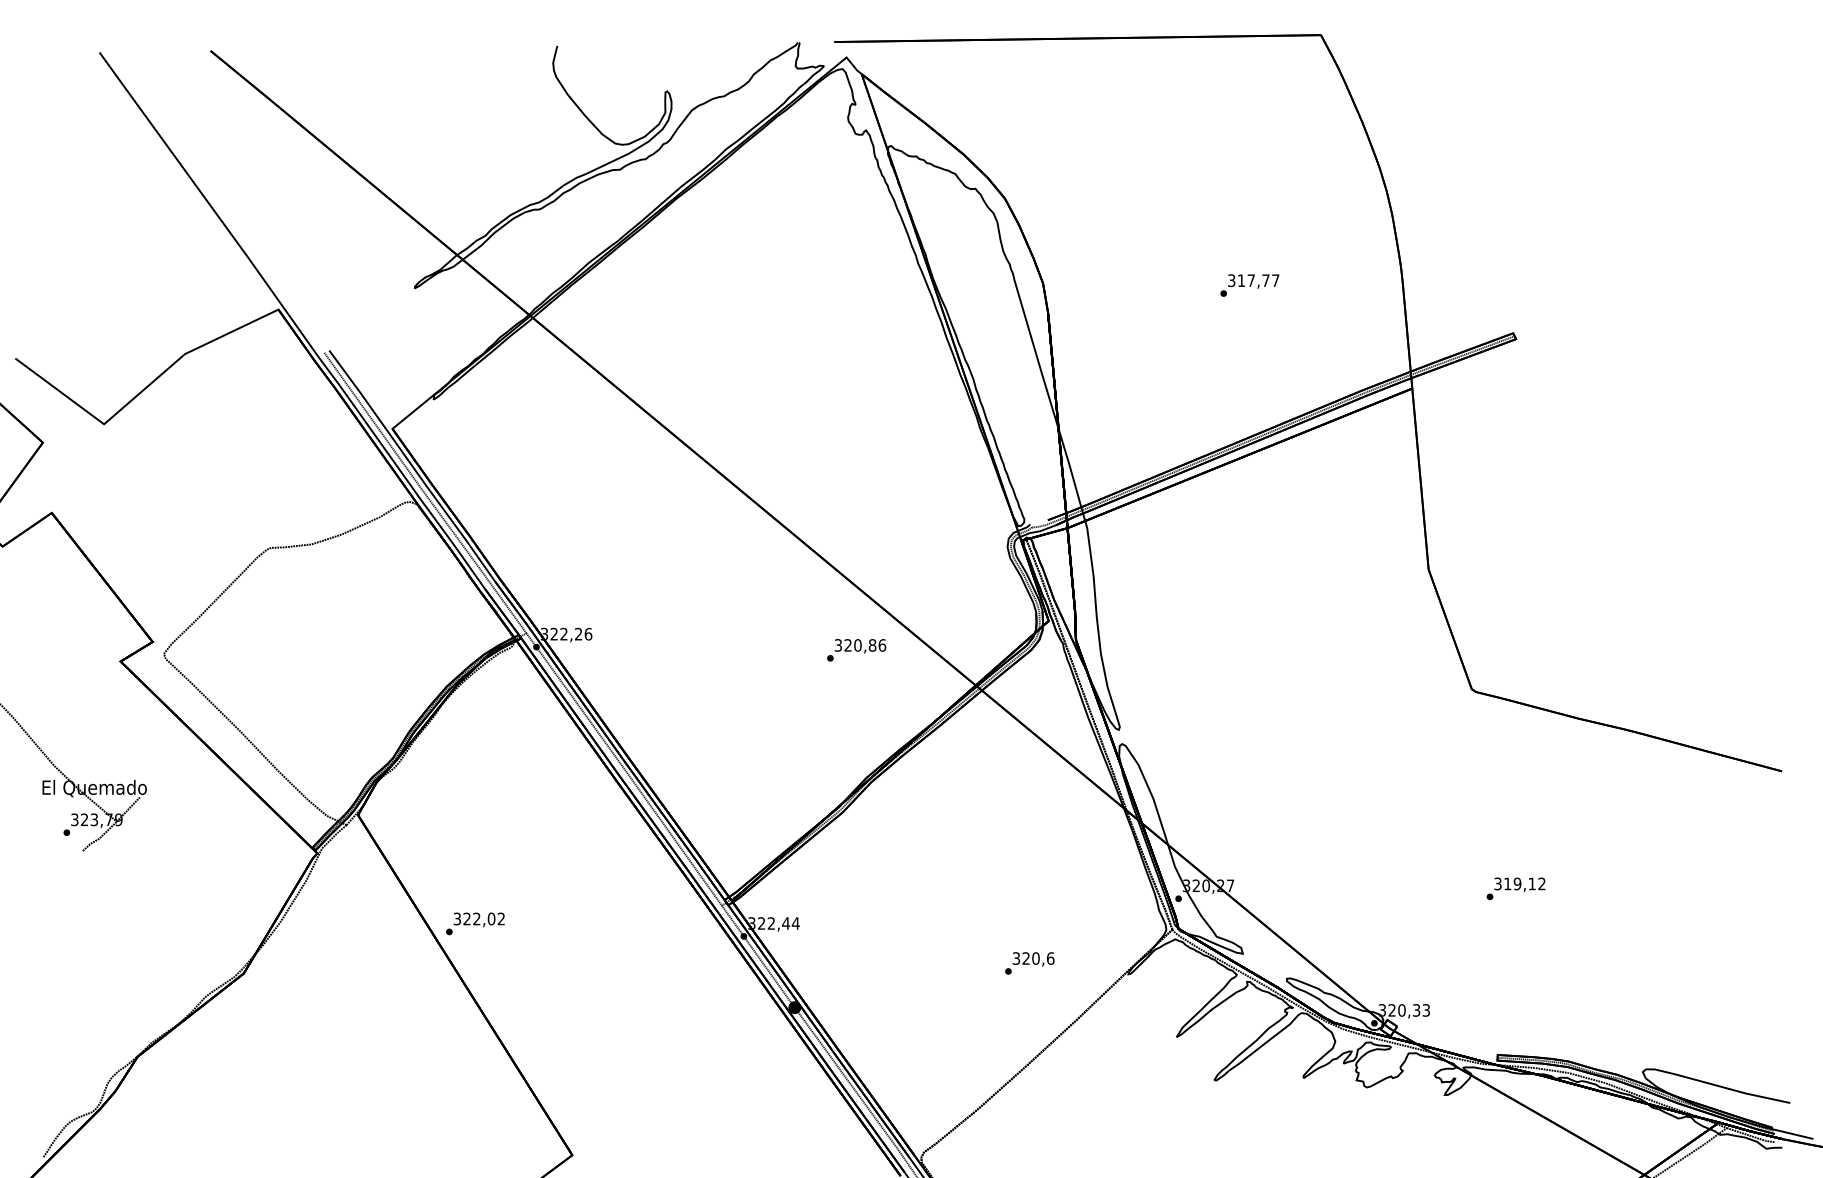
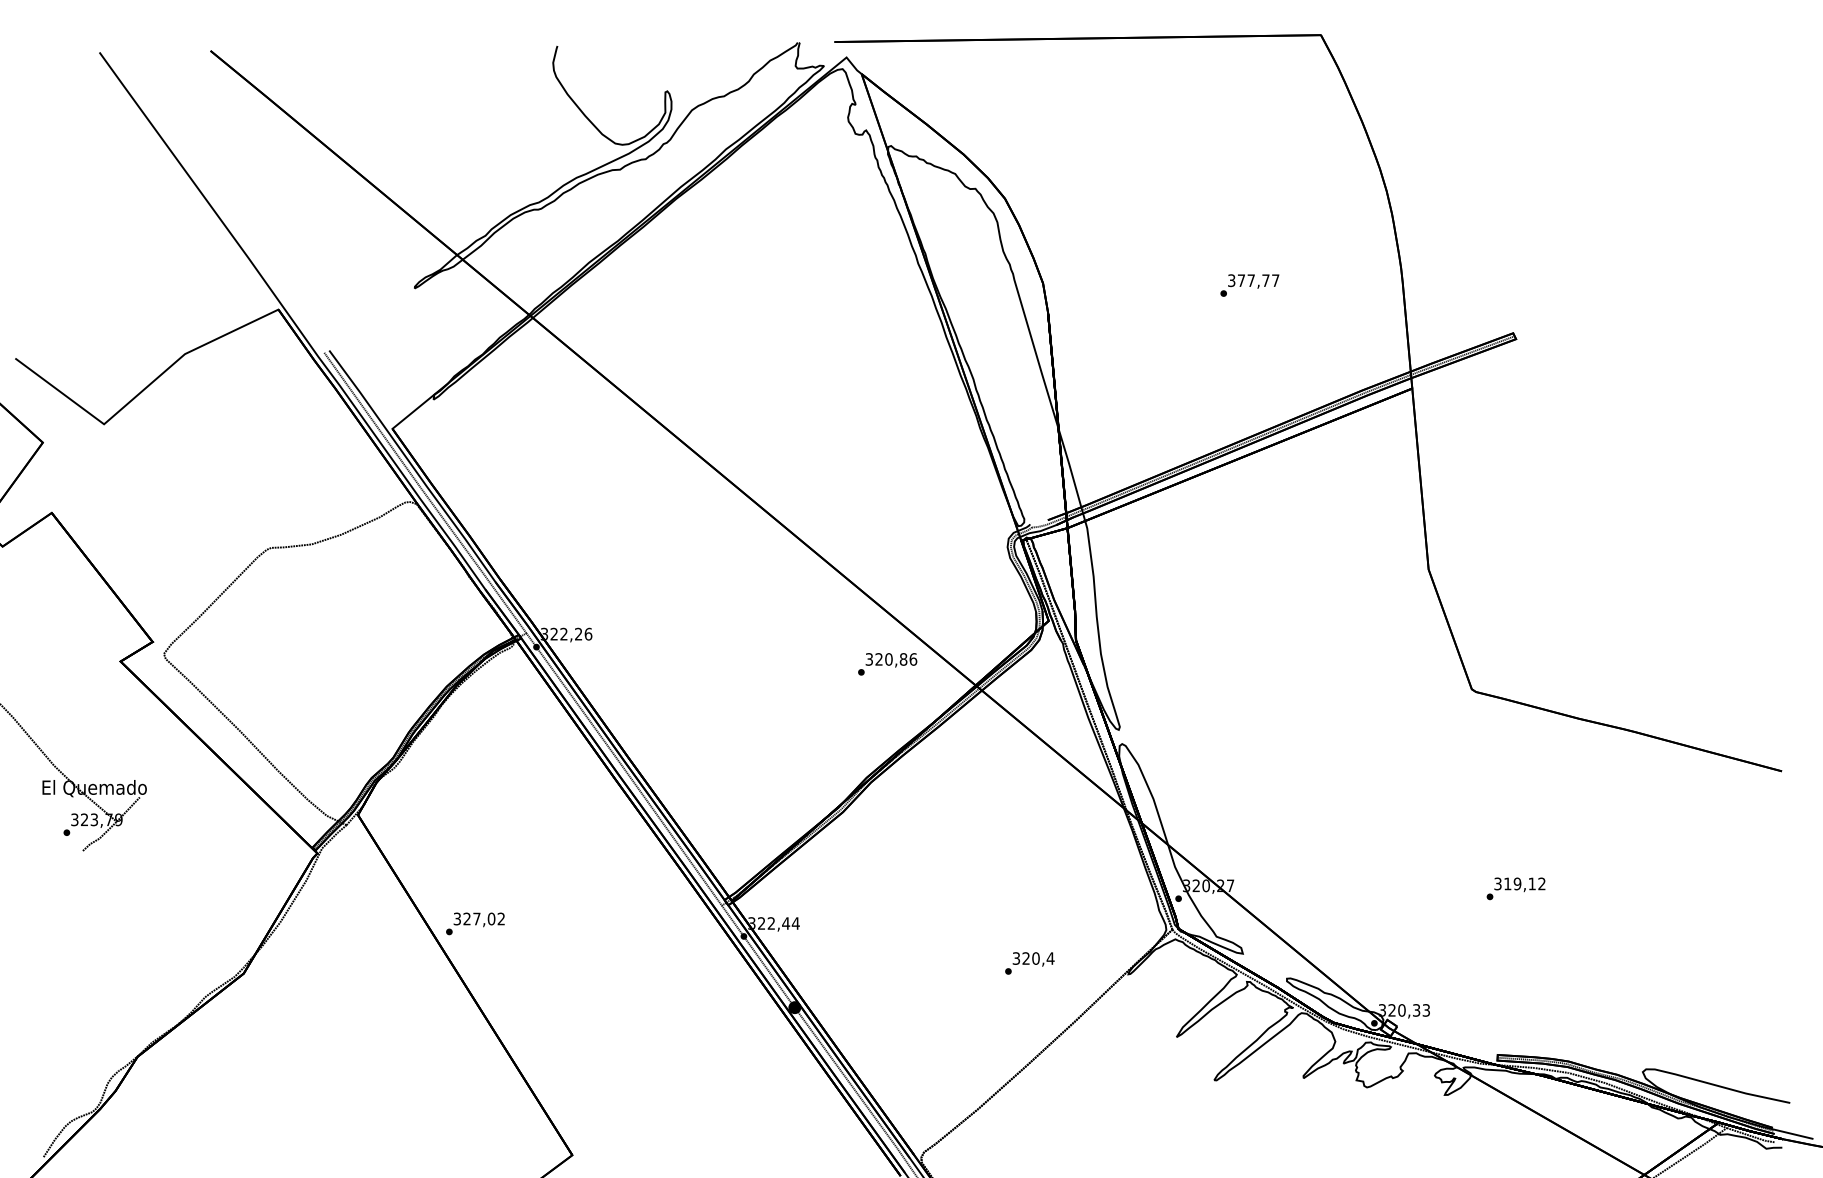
text at (1241, 280): 317,77 -> 377,77
text at (856, 650) position: (856, 650) -> (887, 664)
text at (476, 918): 322,02 -> 327,02
text at (1050, 958): 320,6 -> 320,4
